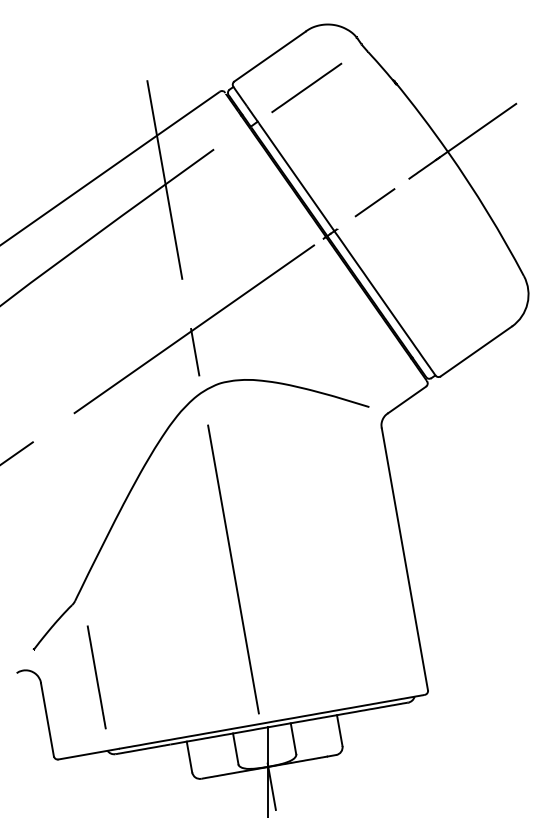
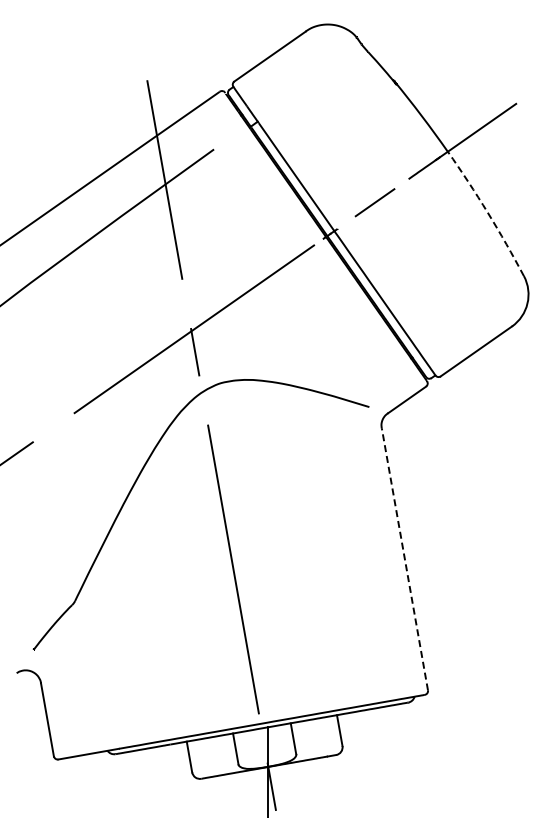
line at (306, 87): present -> none
arc at (487, 212): solid -> dashed
line at (404, 559): solid -> dashed
line at (96, 677): present -> none
